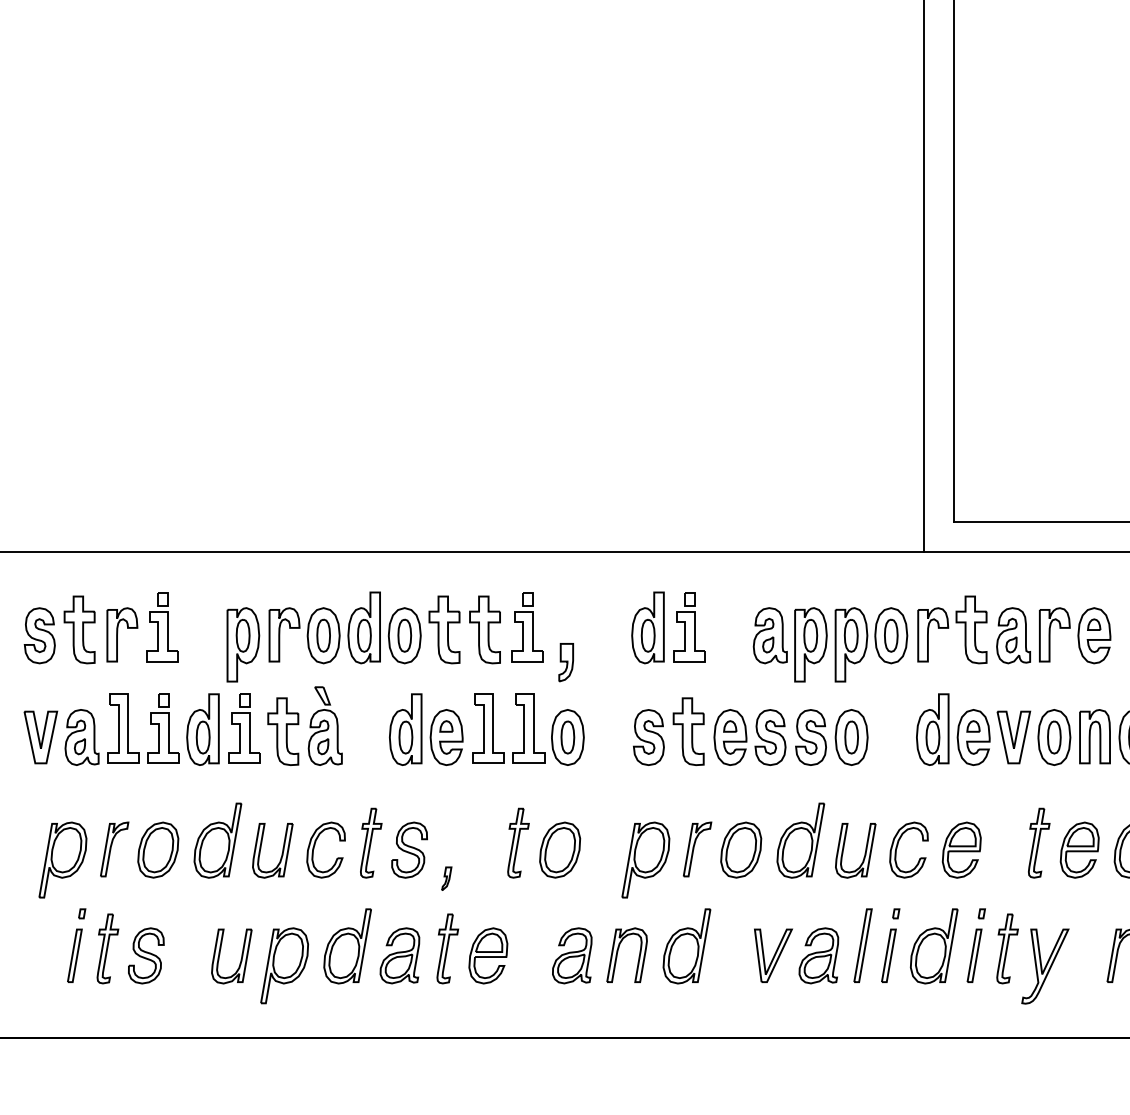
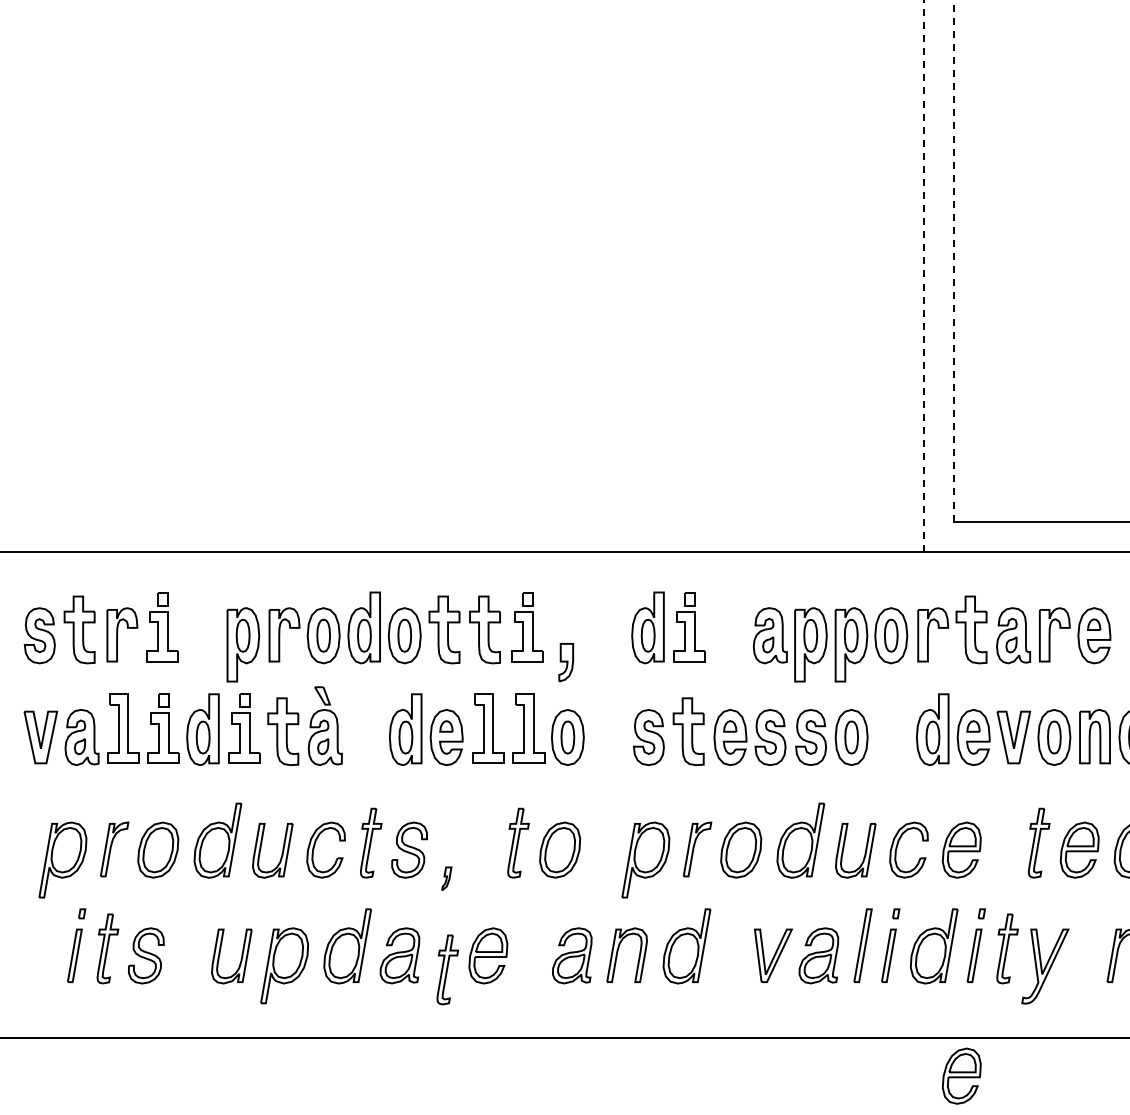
line at (954, 260): solid -> dashed
line at (923, 276): solid -> dashed
part at (447, 948) position: (447, 948) -> (447, 969)
part at (961, 1075): none -> present
